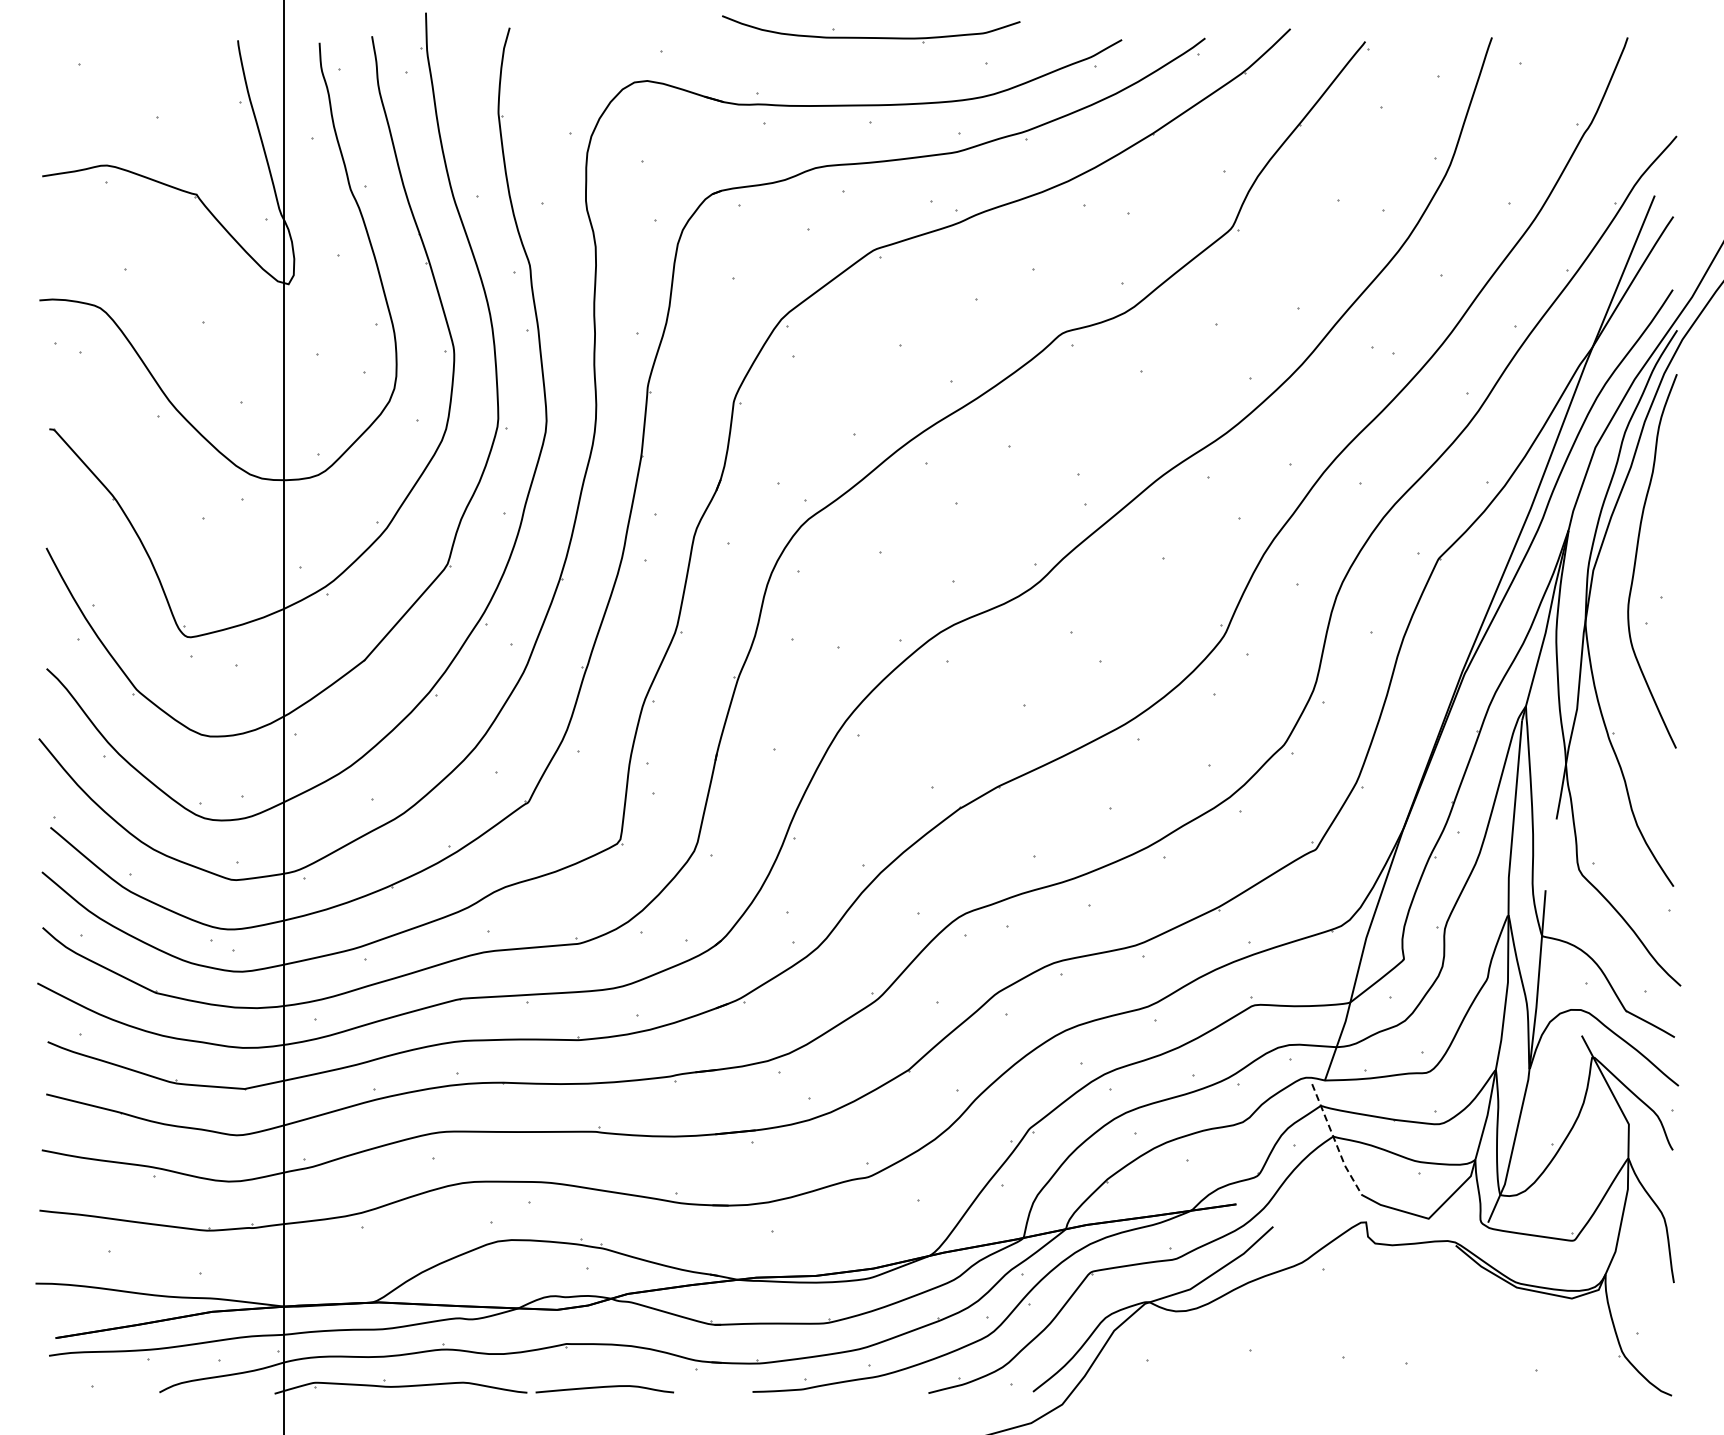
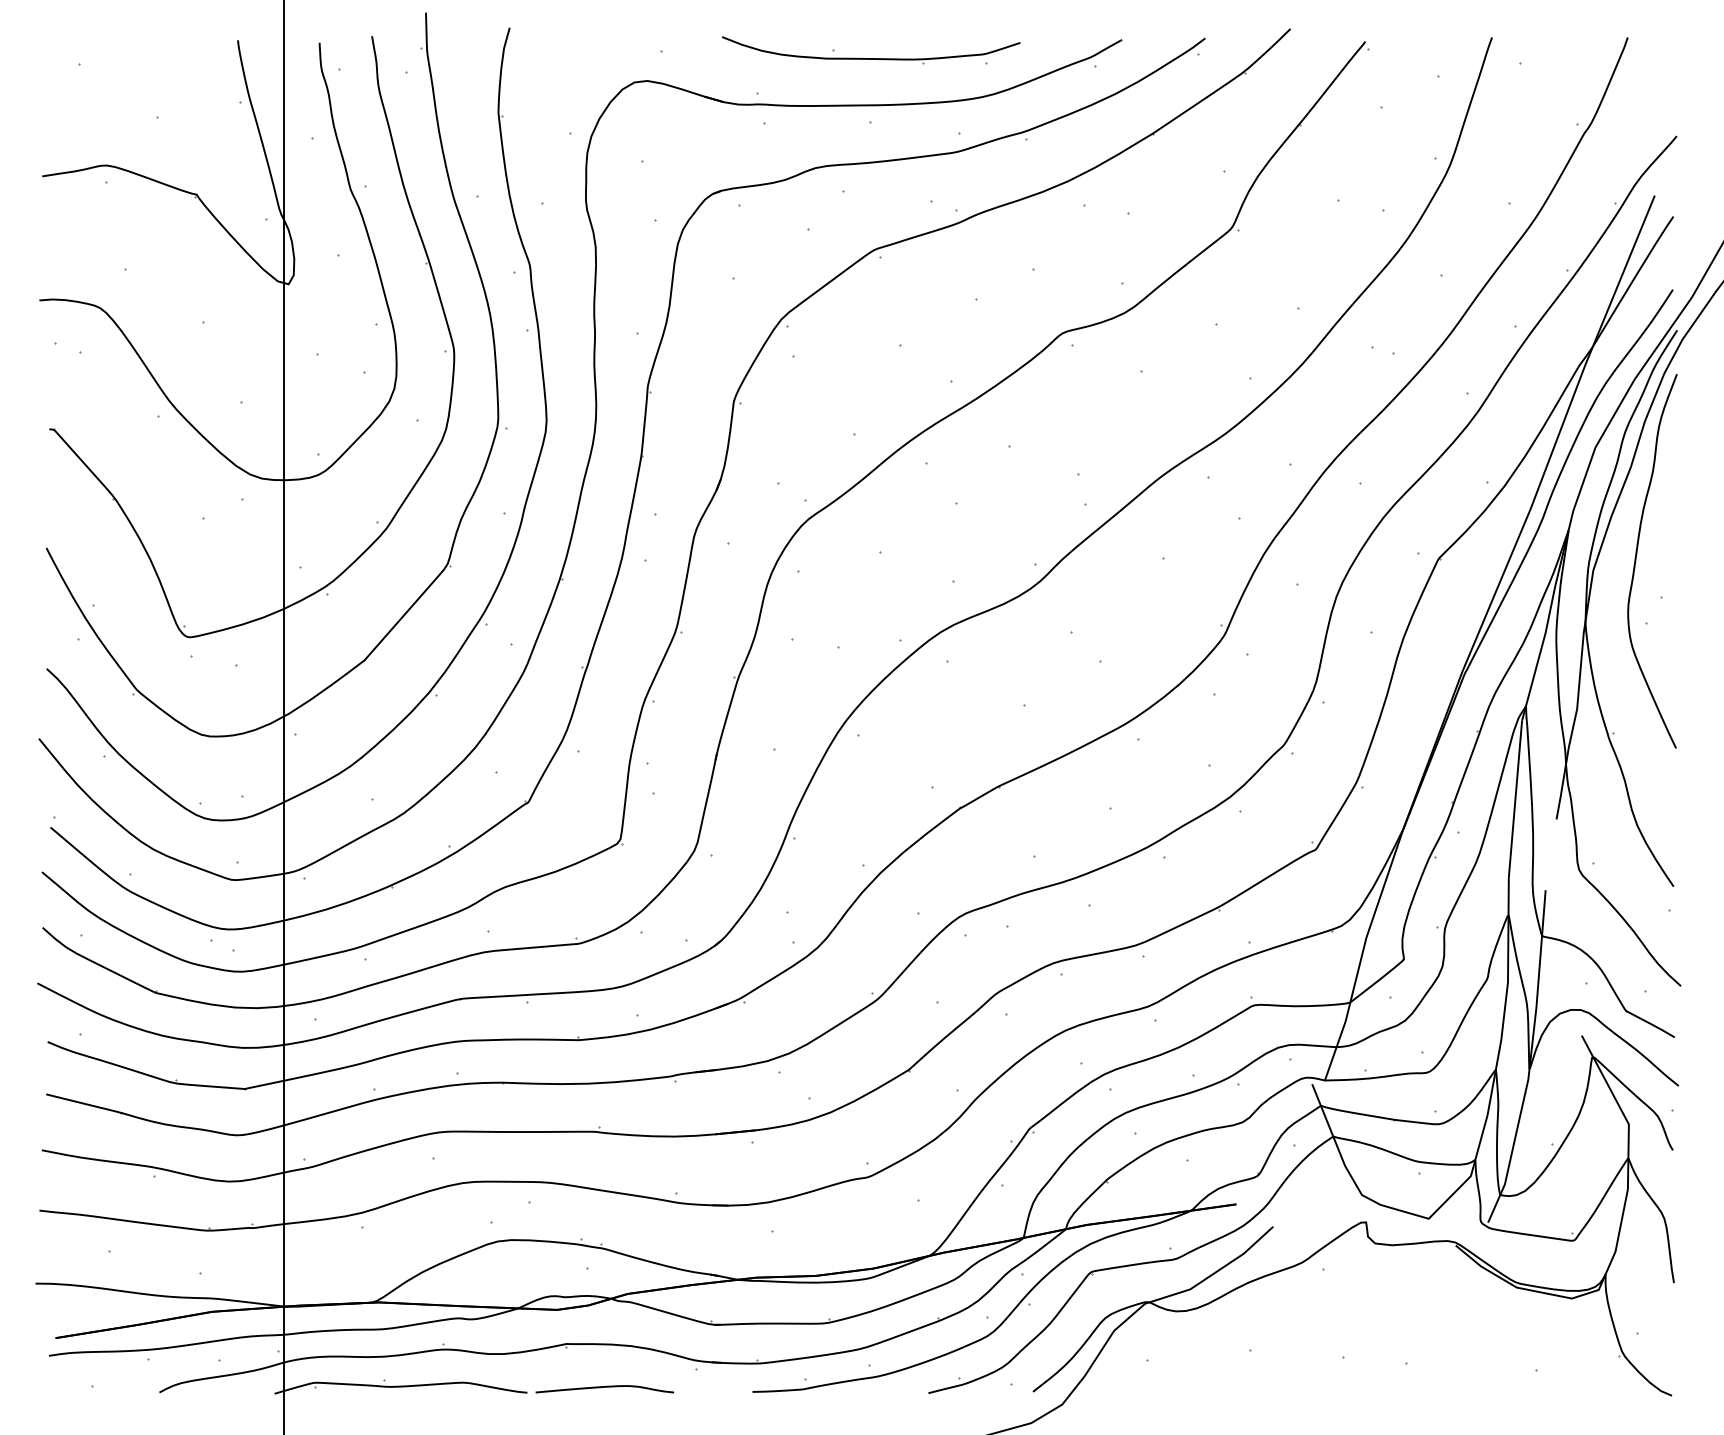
part at (871, 37) position: (871, 37) -> (871, 58)
line at (1335, 1142): dashed -> solid
